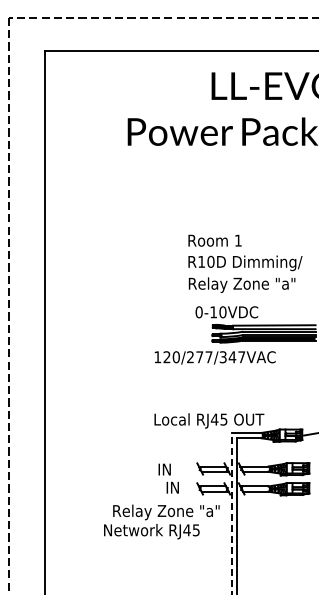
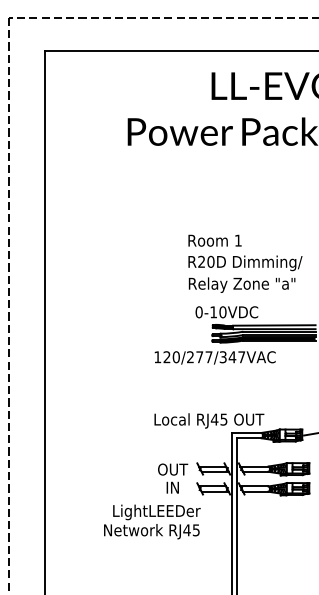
text at (201, 261): R10D -> R20D
text at (173, 469): IN -> OUT
text at (166, 512): Relay Zone "a" -> LightLEEDer
line at (231, 513): dashed -> solid
